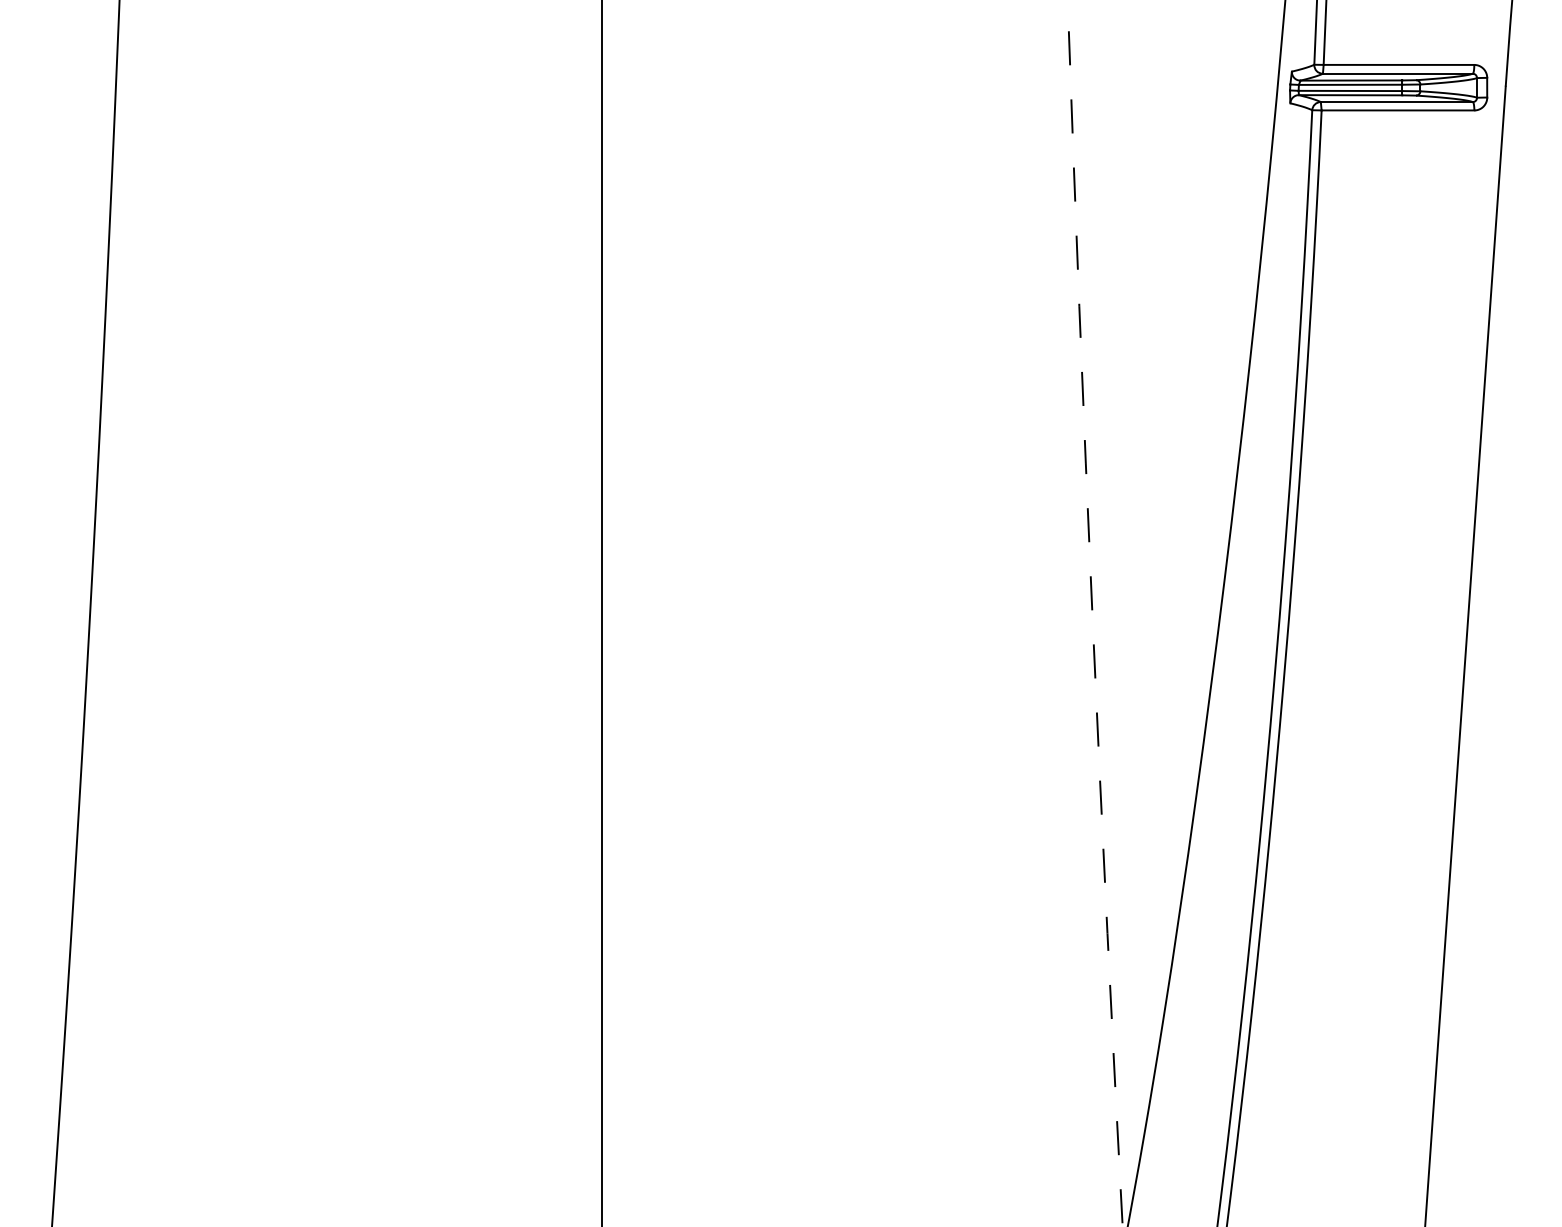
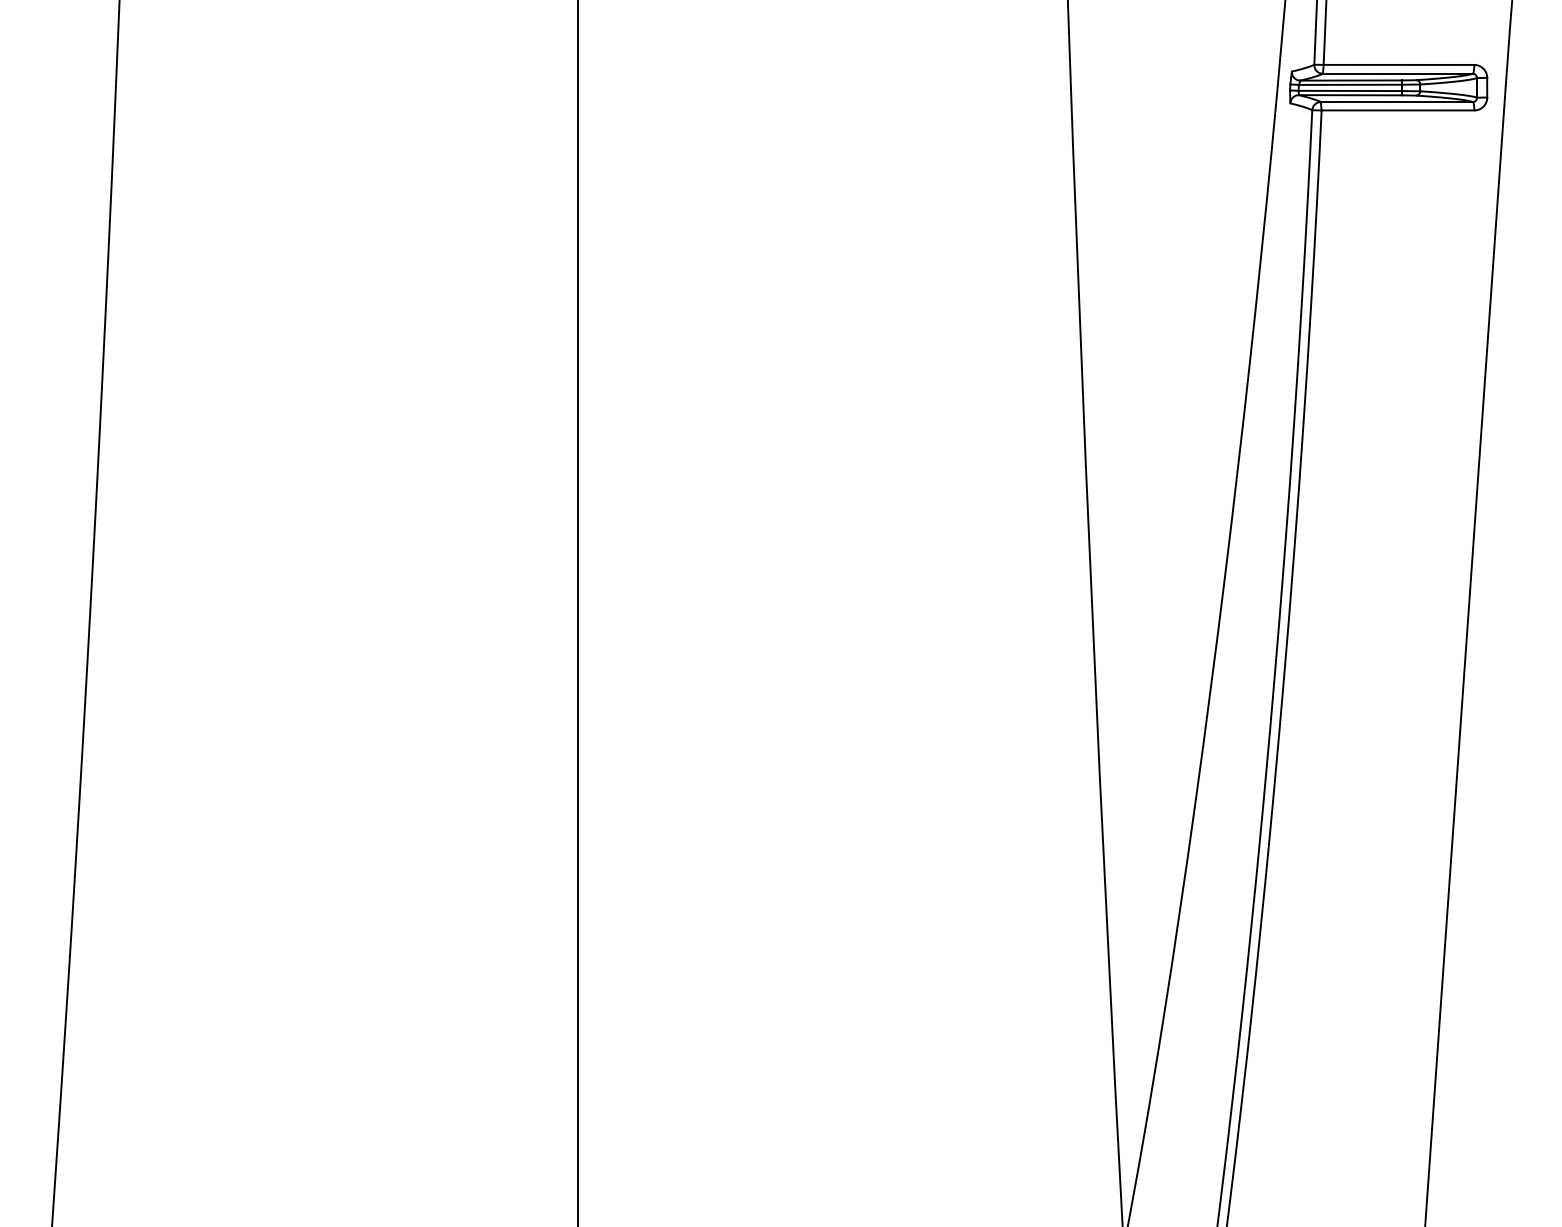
line at (601, 612) position: (601, 612) -> (577, 612)
arc at (1092, 613): dashed -> solid
